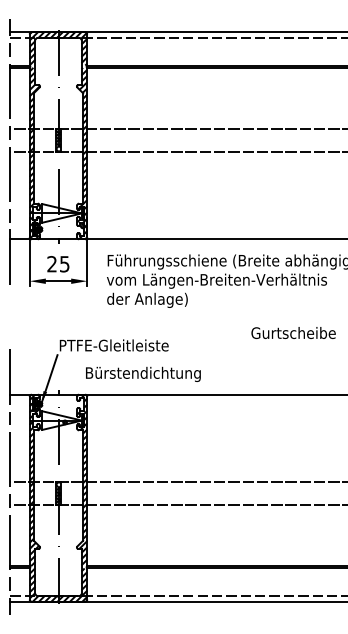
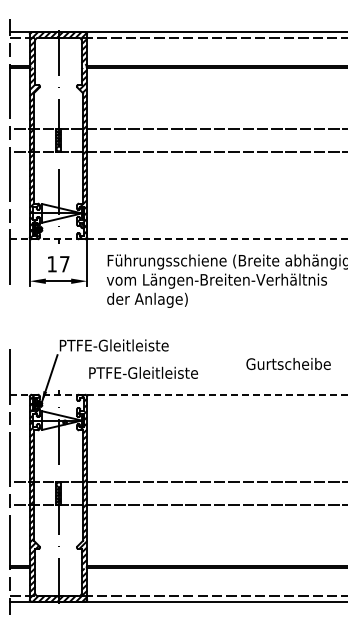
line at (179, 239): solid -> dashed
text at (58, 264): 25 -> 17
text at (293, 332) position: (293, 332) -> (288, 363)
text at (143, 373): Bürstendichtung -> PTFE-Gleitleiste
line at (179, 394): solid -> dashed
